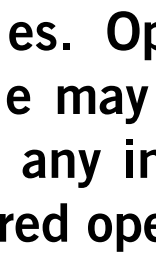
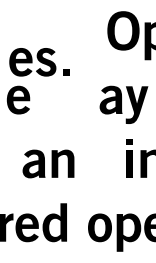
part at (39, 36) position: (39, 36) -> (39, 62)
fill at (76, 99): present -> none
fill at (89, 168): present -> none
